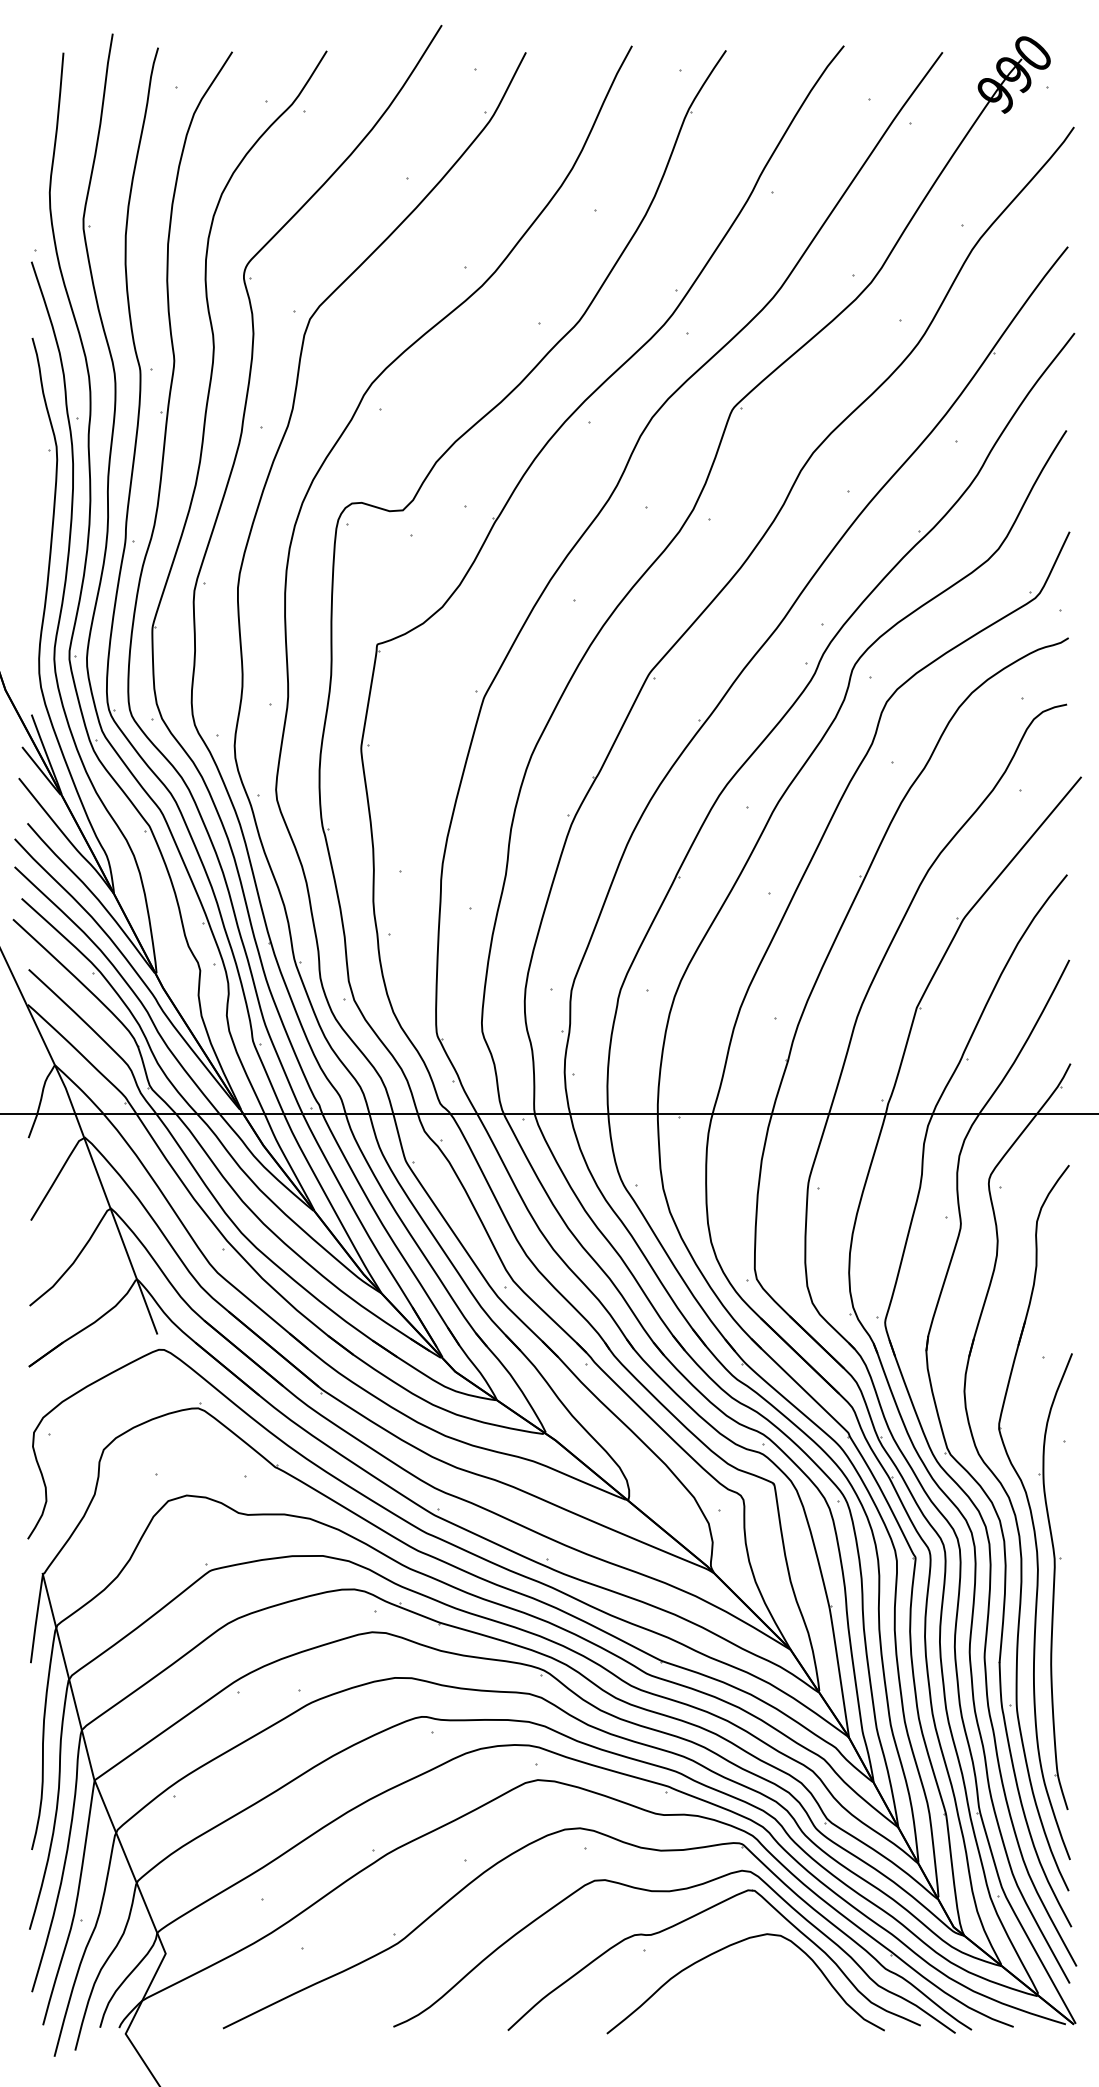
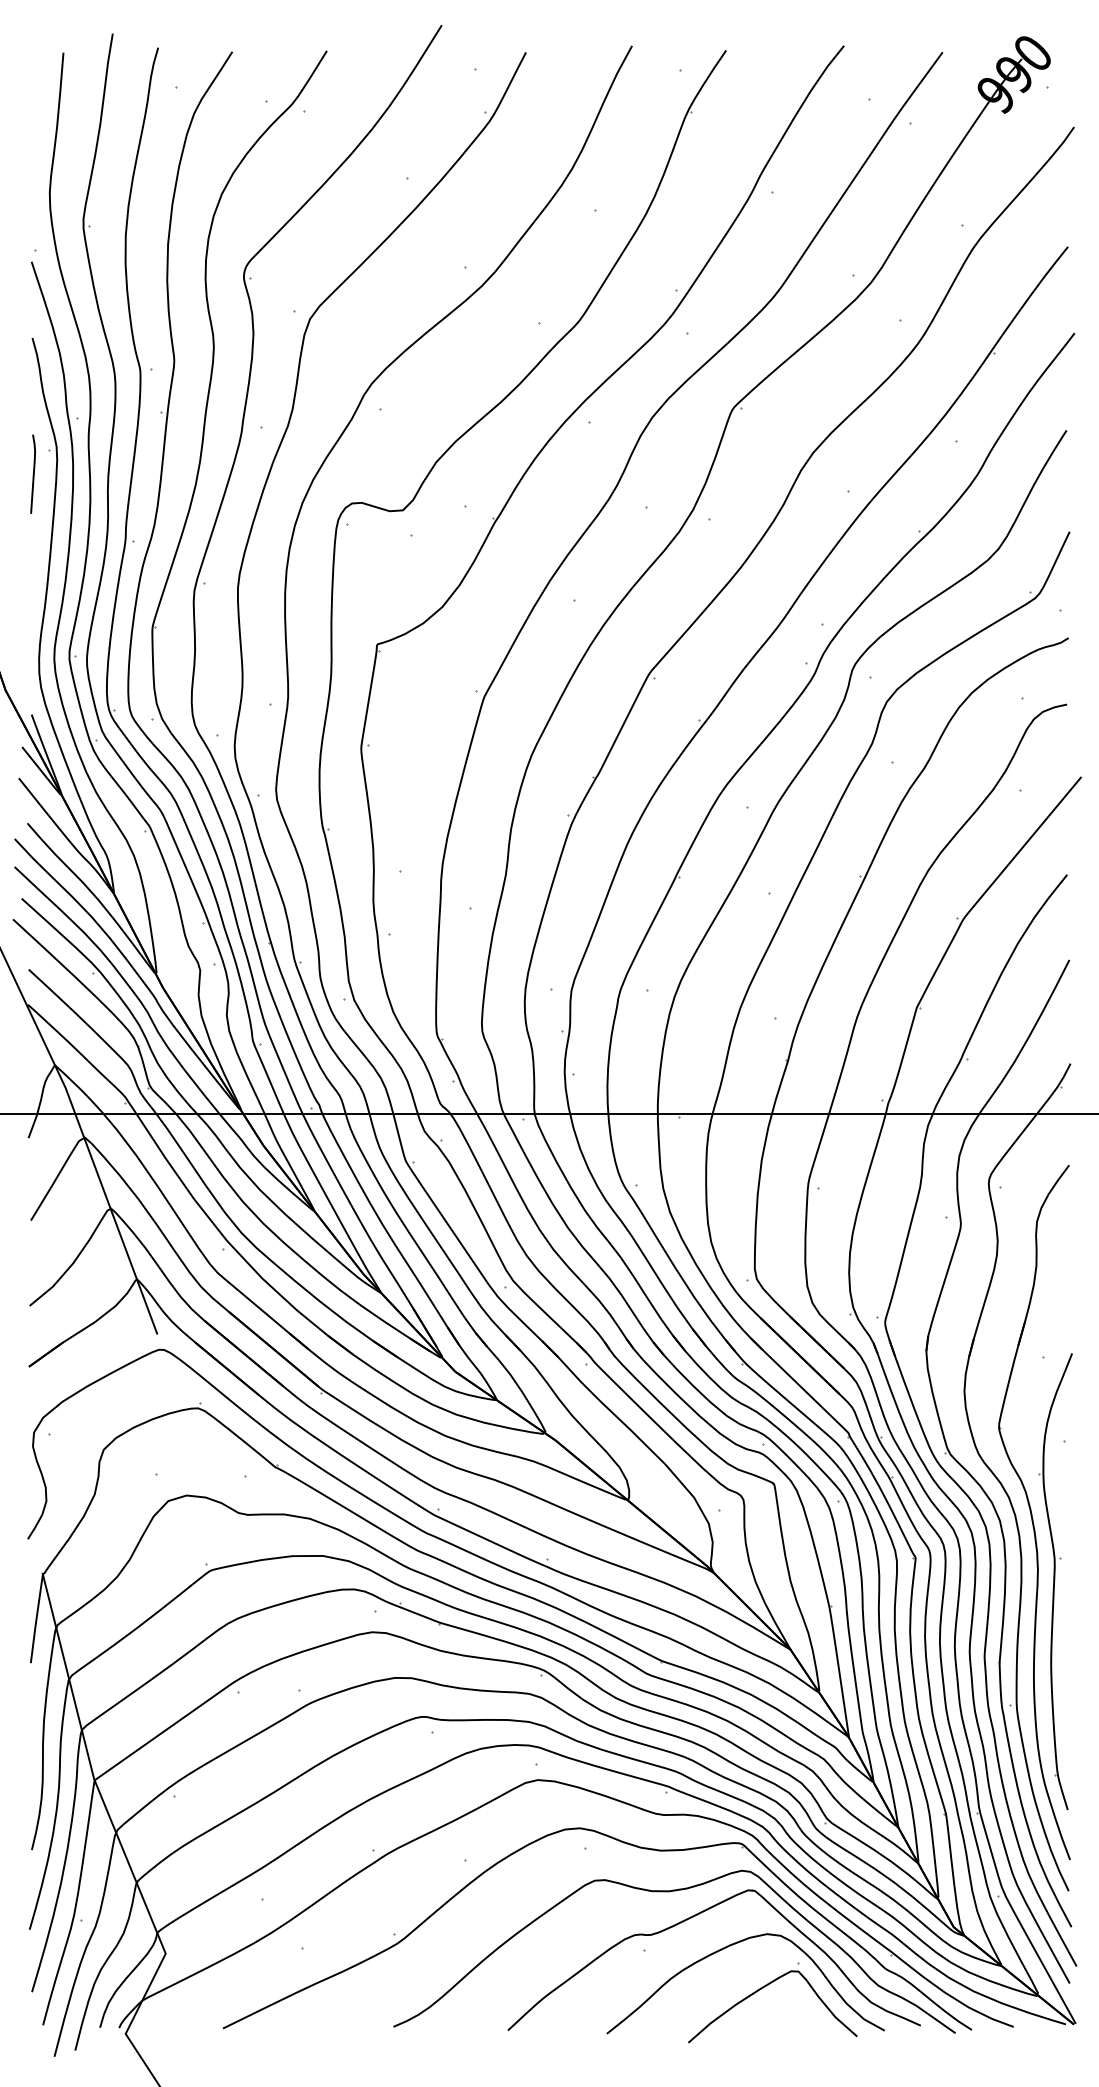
curve at (33, 473): none -> present
part at (763, 1988): none -> present
